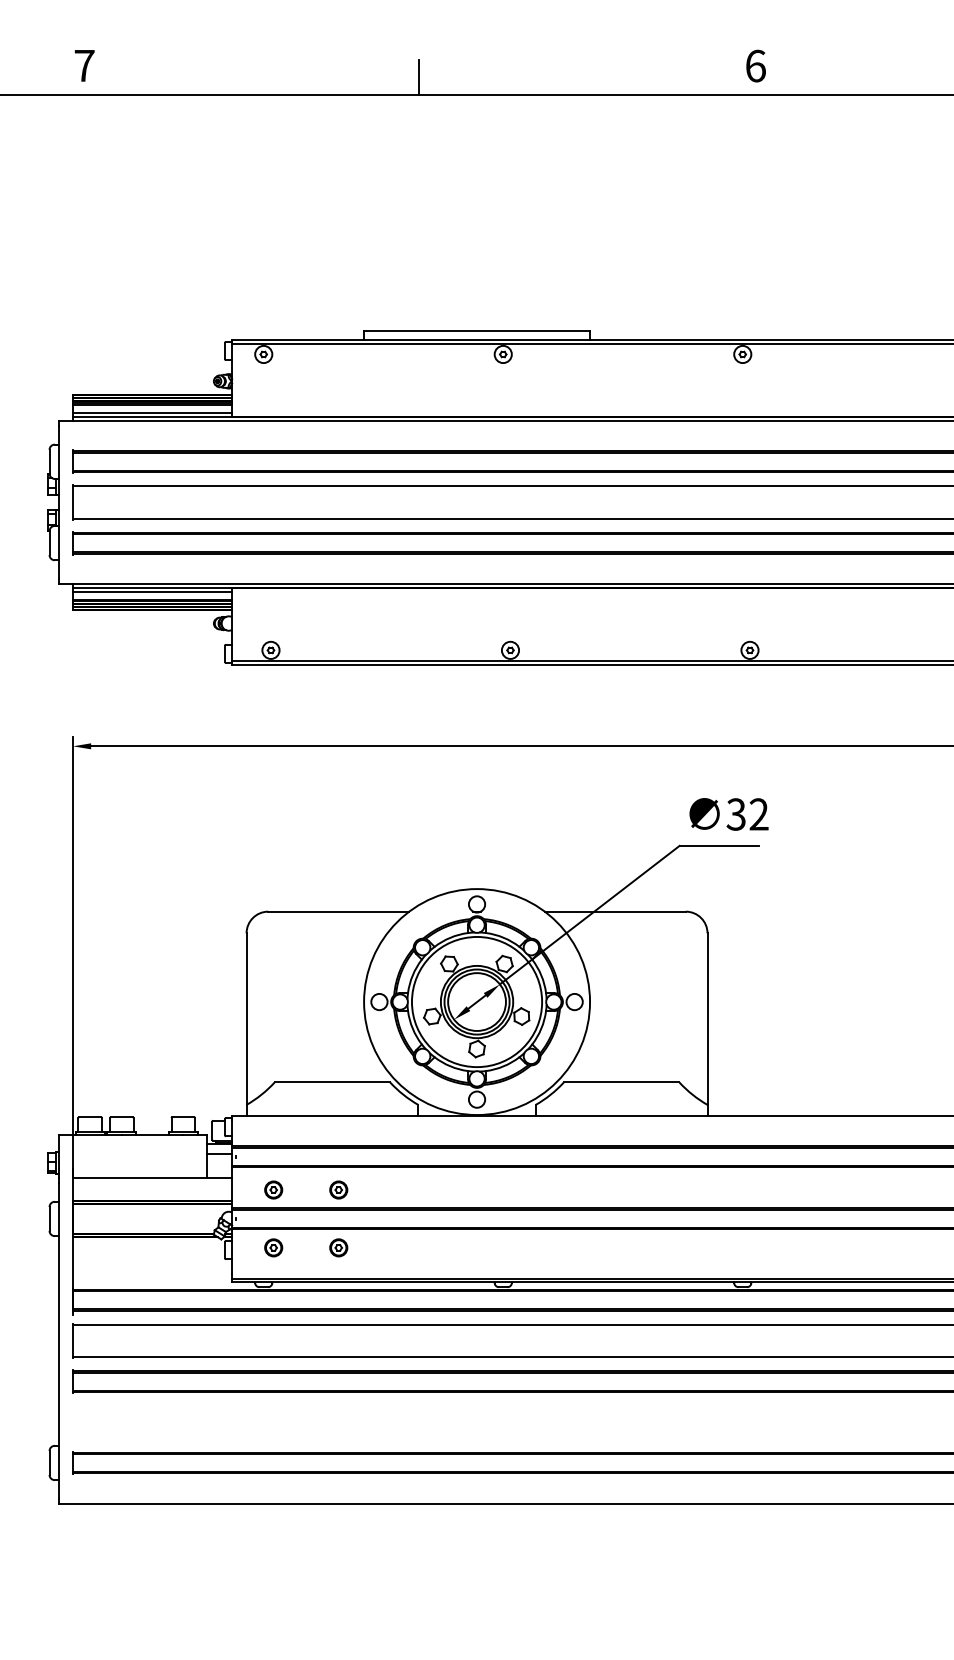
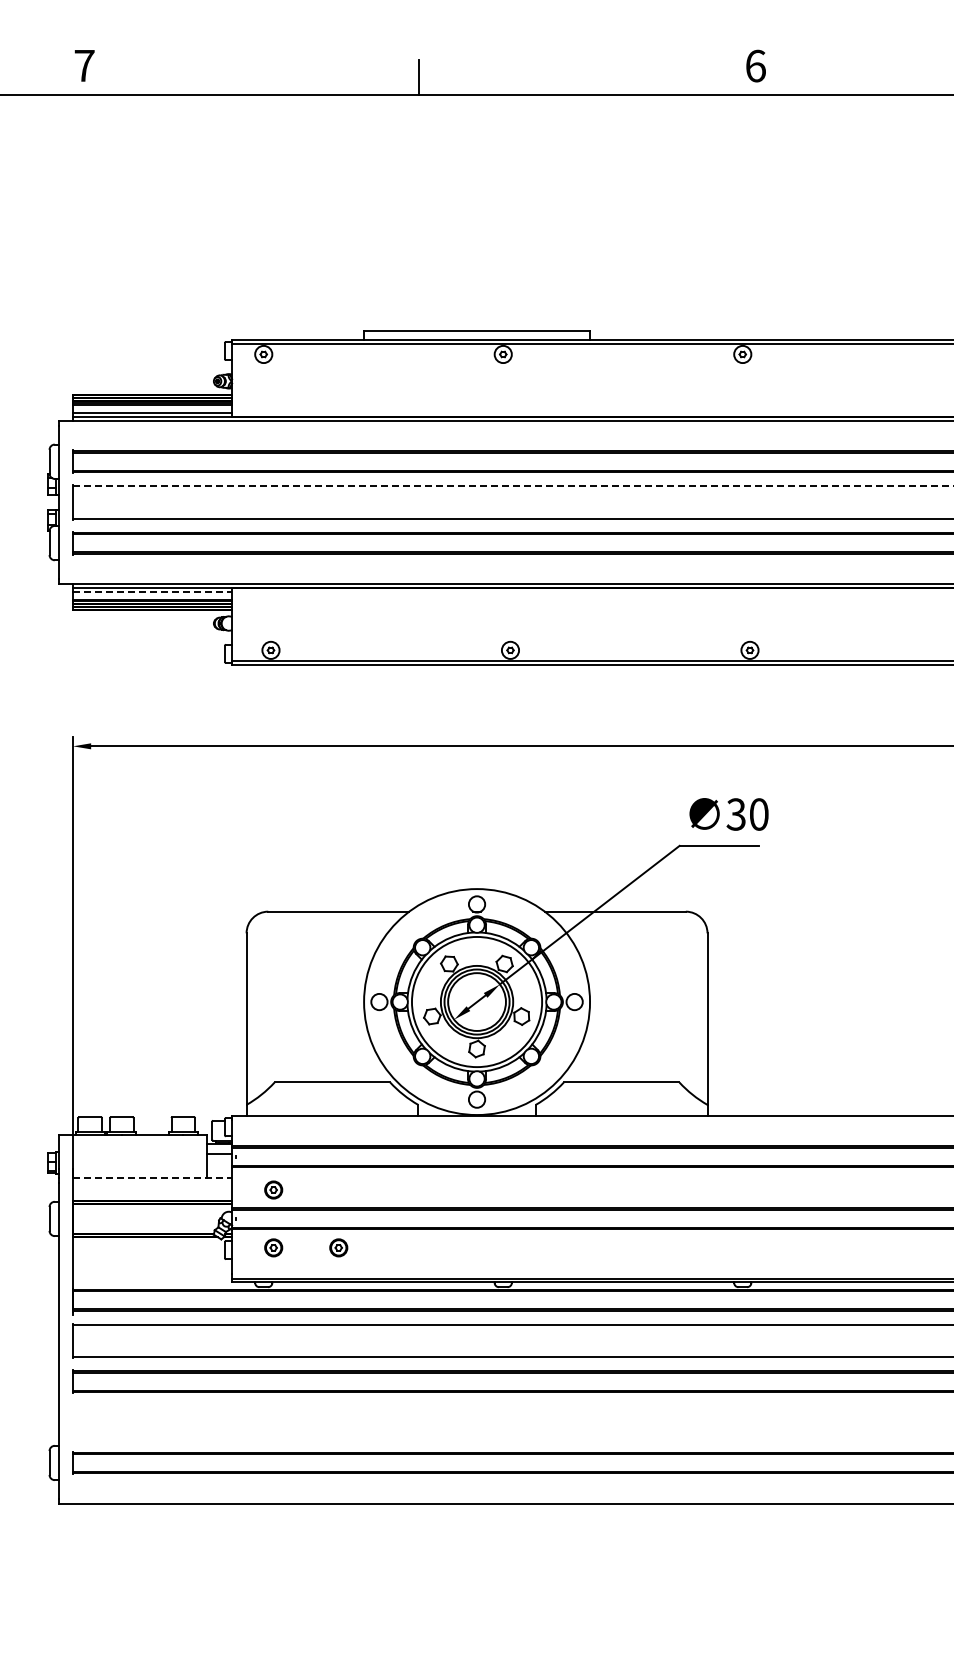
line at (513, 486): solid -> dashed
line at (152, 592): solid -> dashed
text at (758, 814): 32 -> 30
line at (152, 1178): solid -> dashed
part at (338, 1189): present -> none
